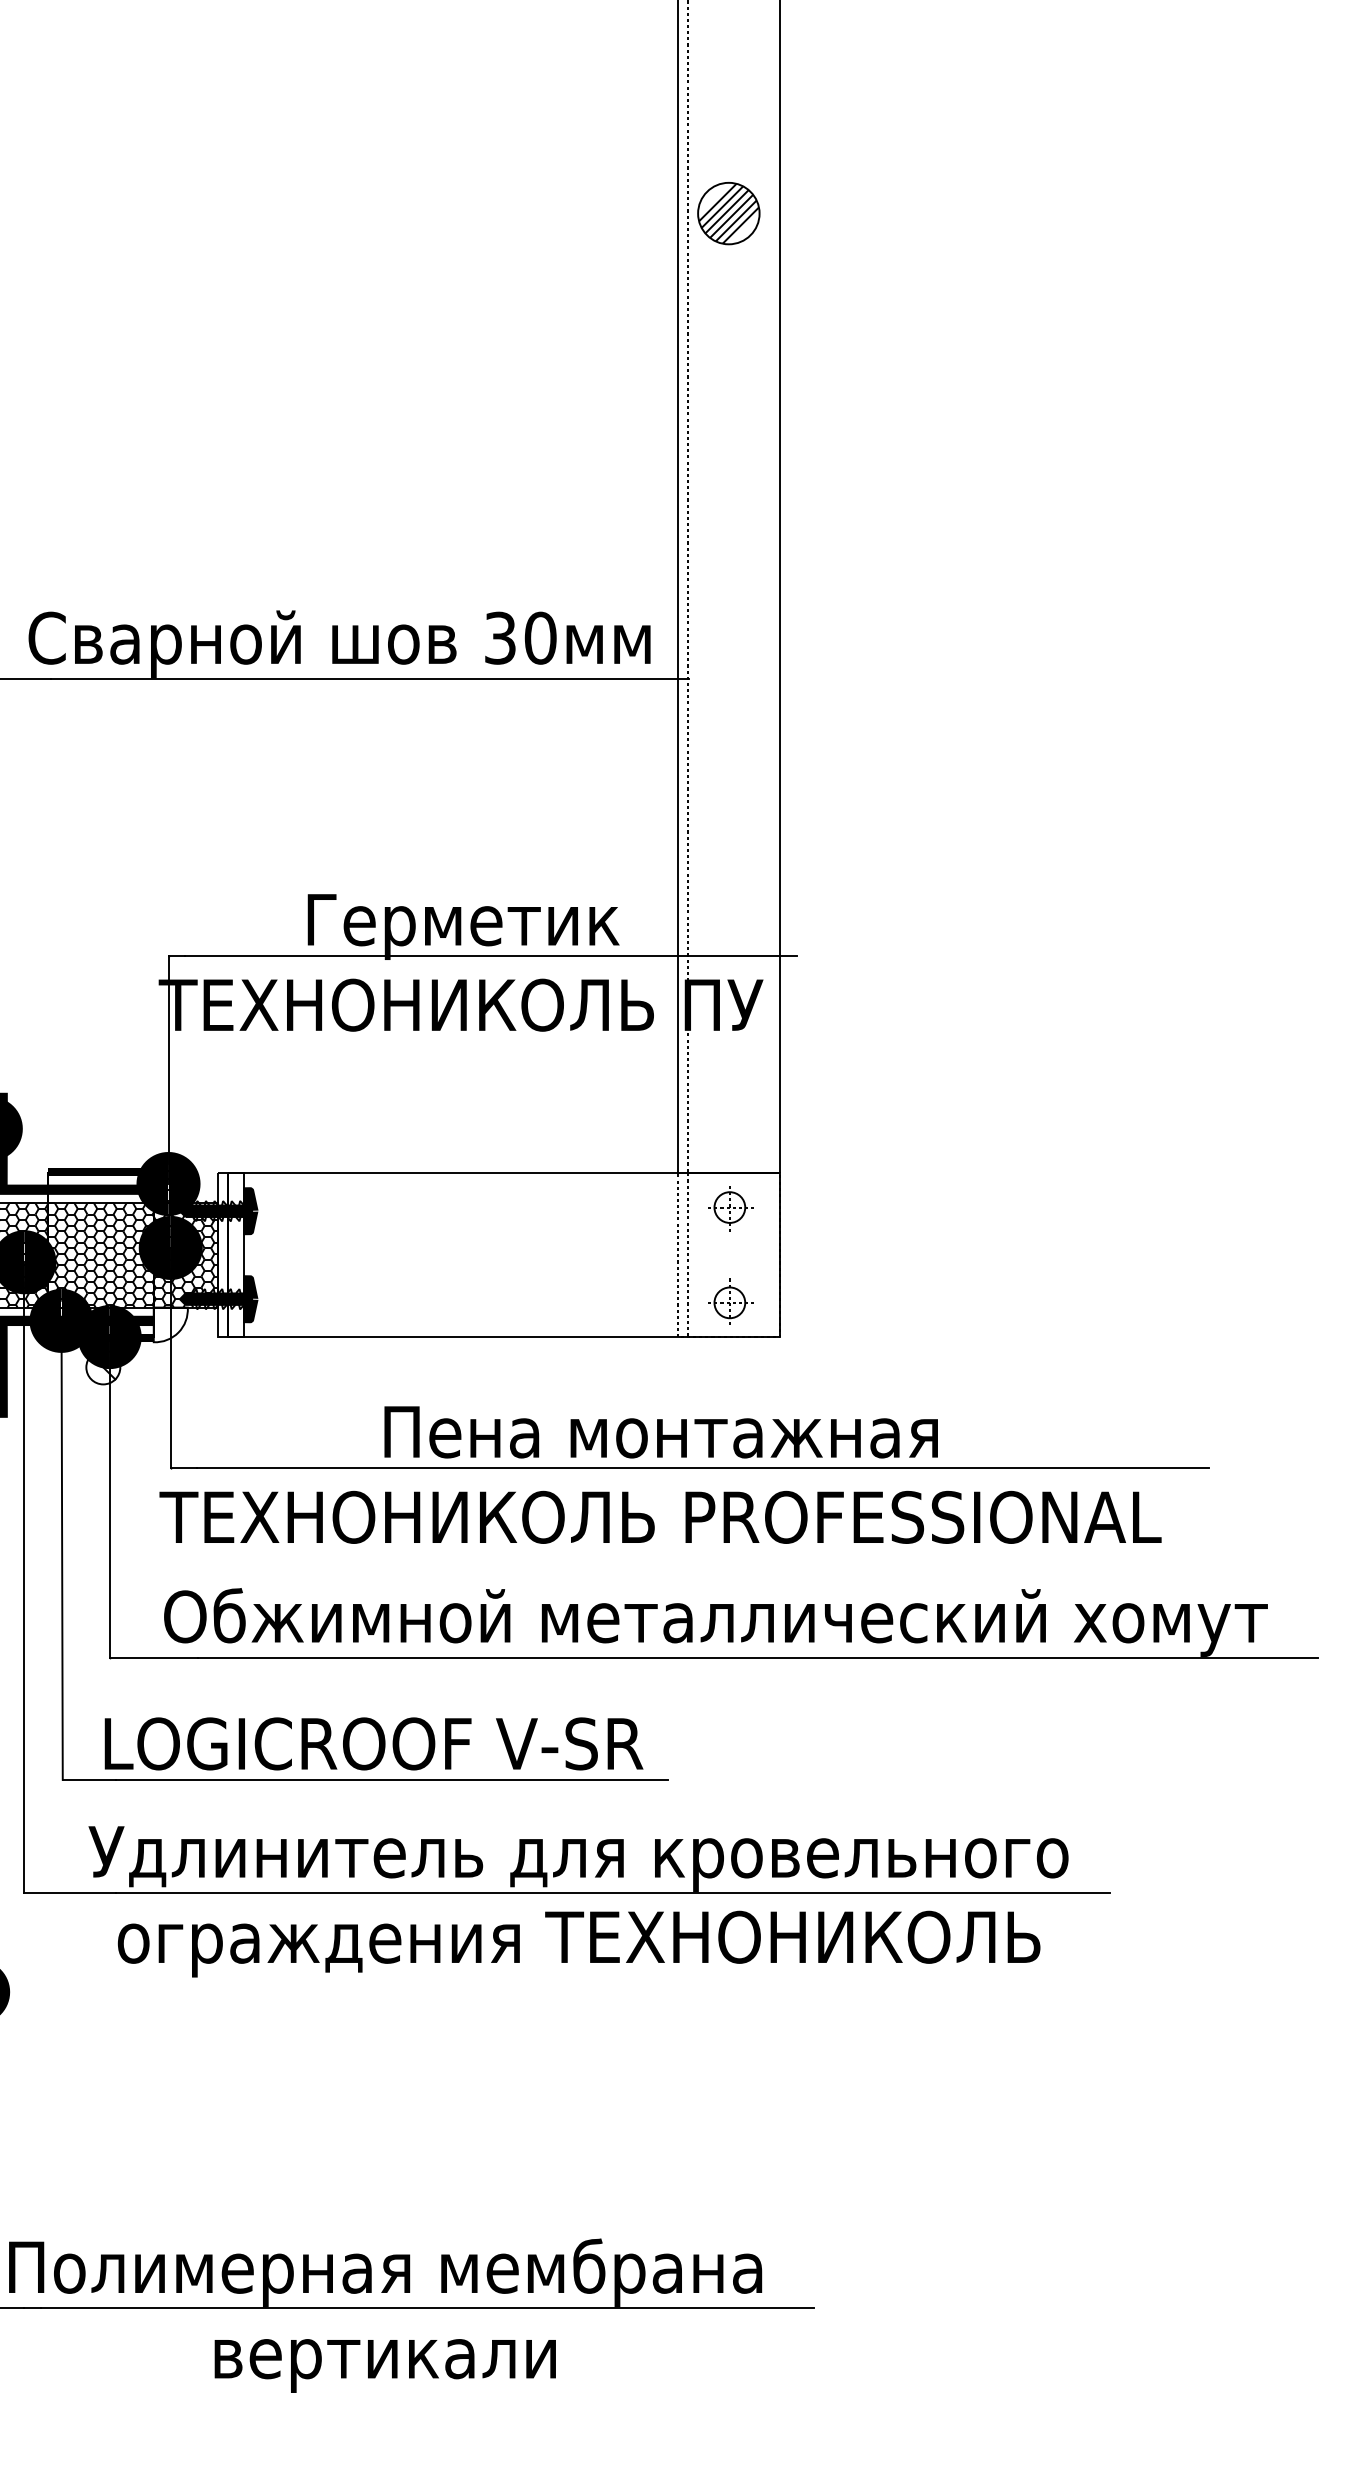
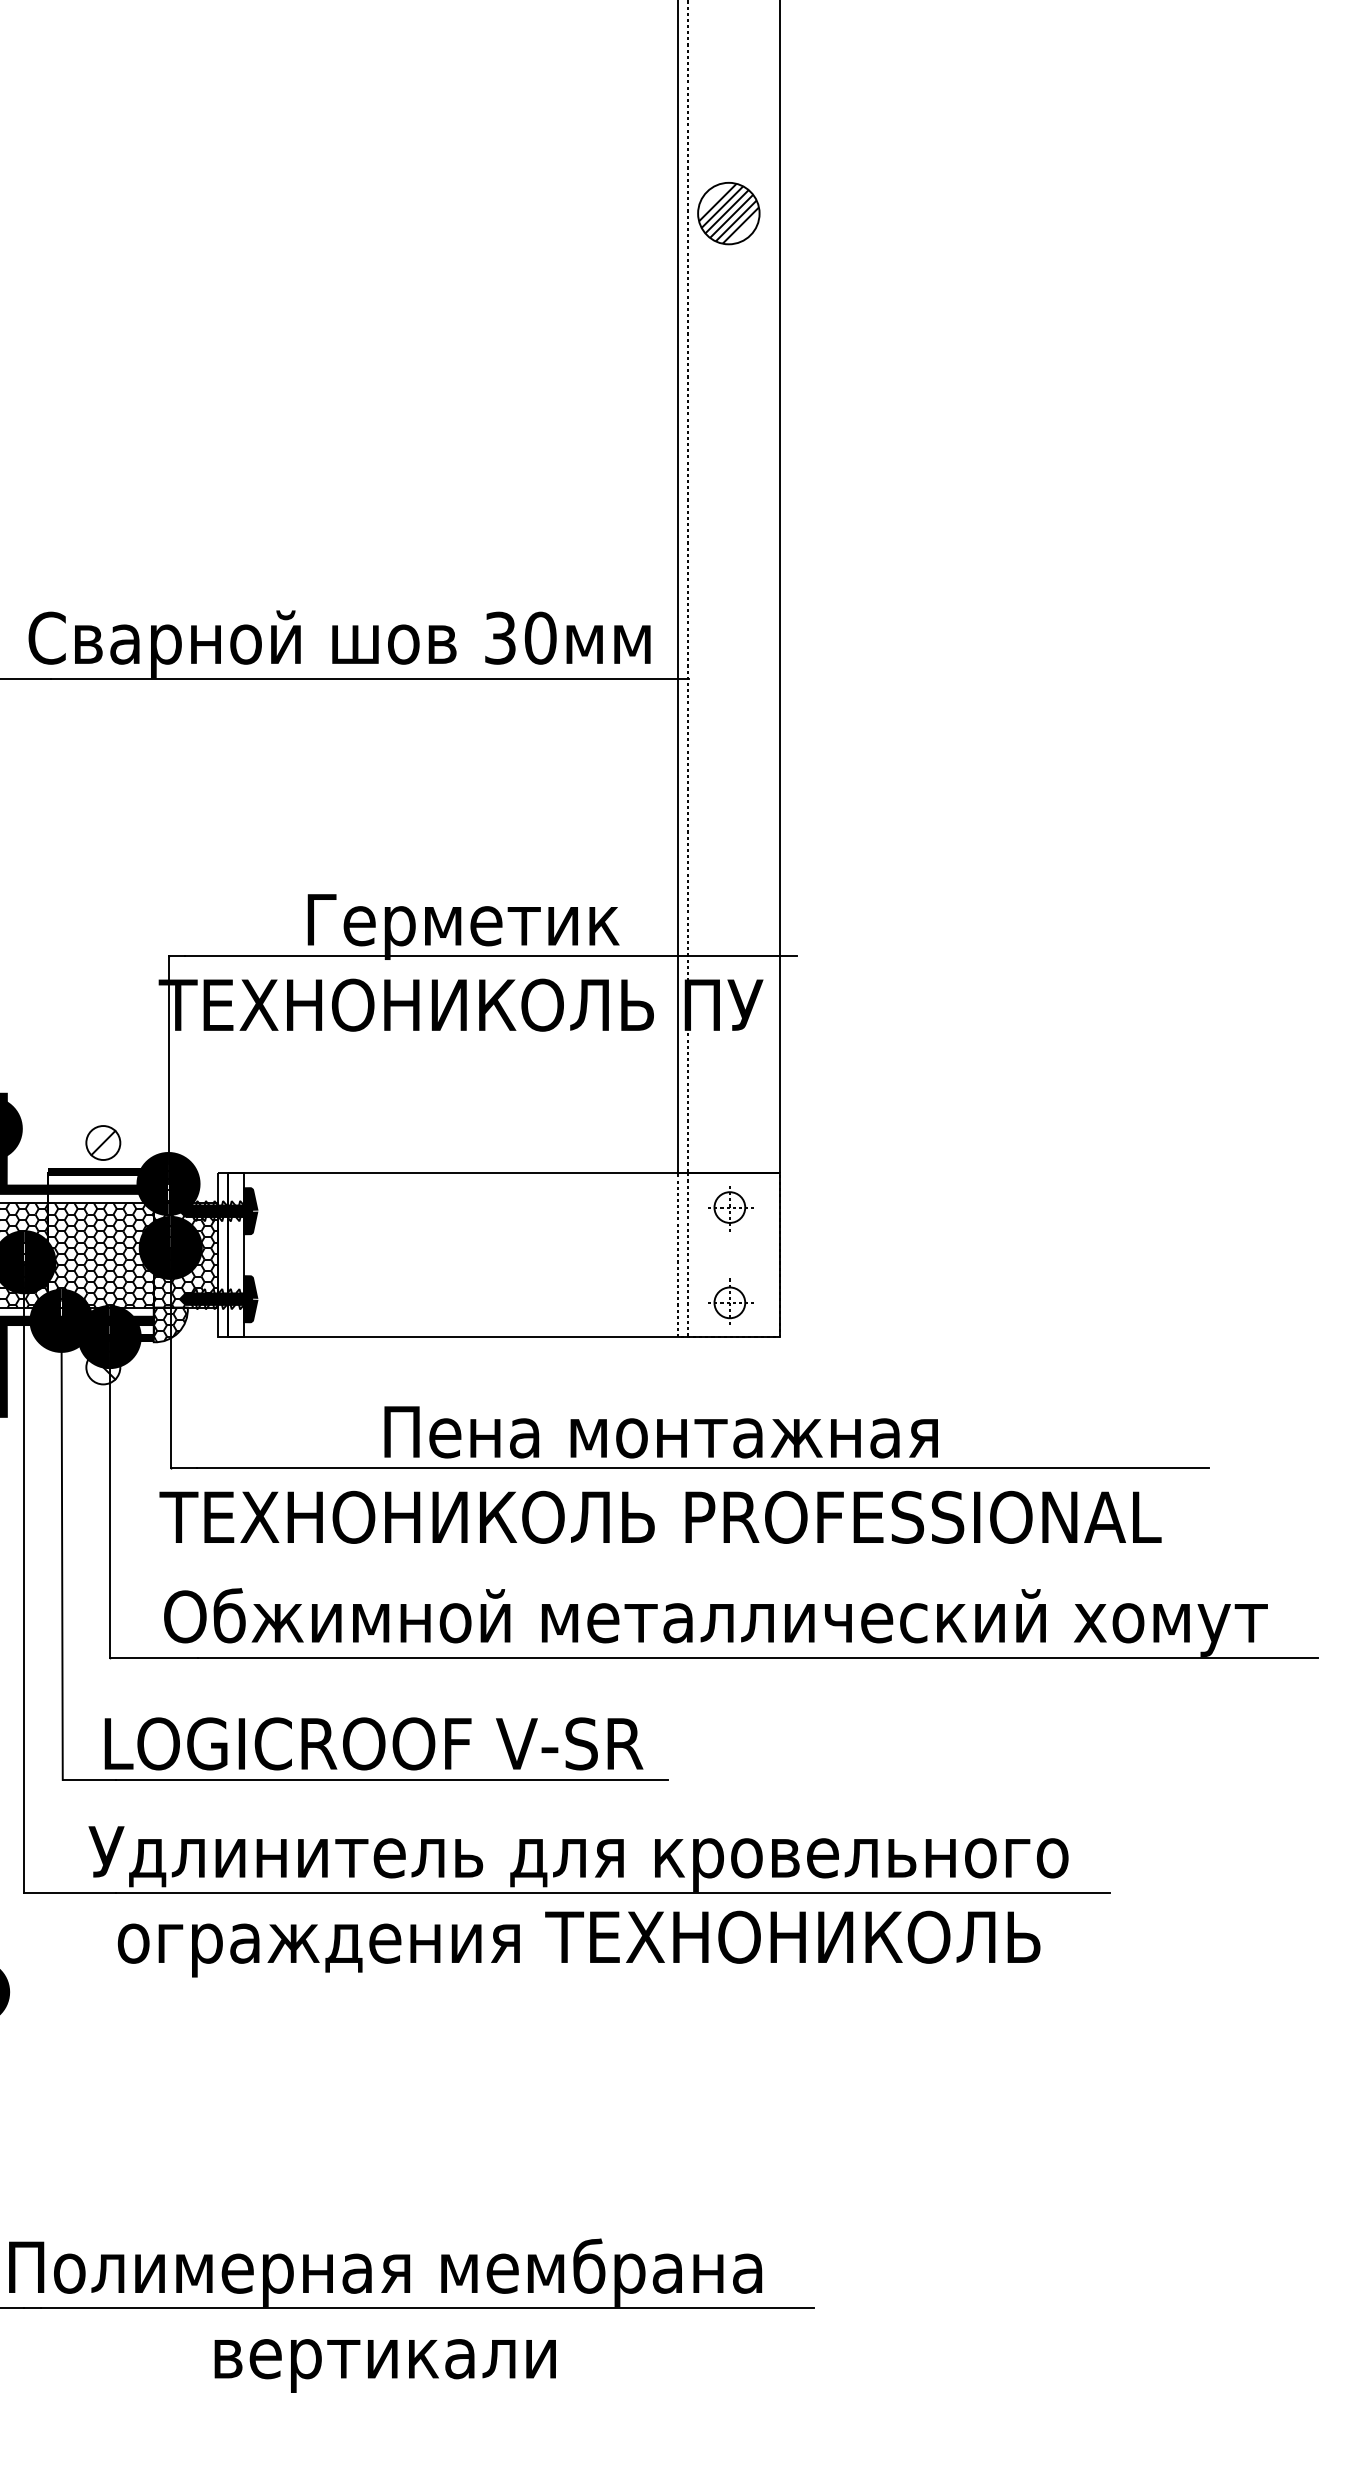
part at (103, 1142): none -> present
hatch at (170, 1324): none -> present
